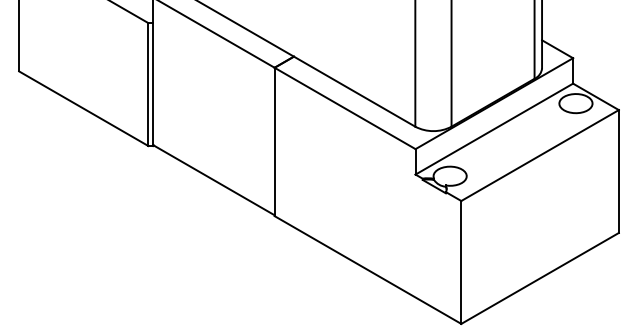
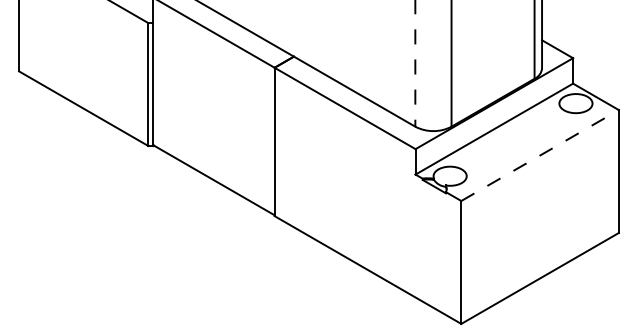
line at (415, 63): solid -> dashed
line at (540, 155): solid -> dashed
